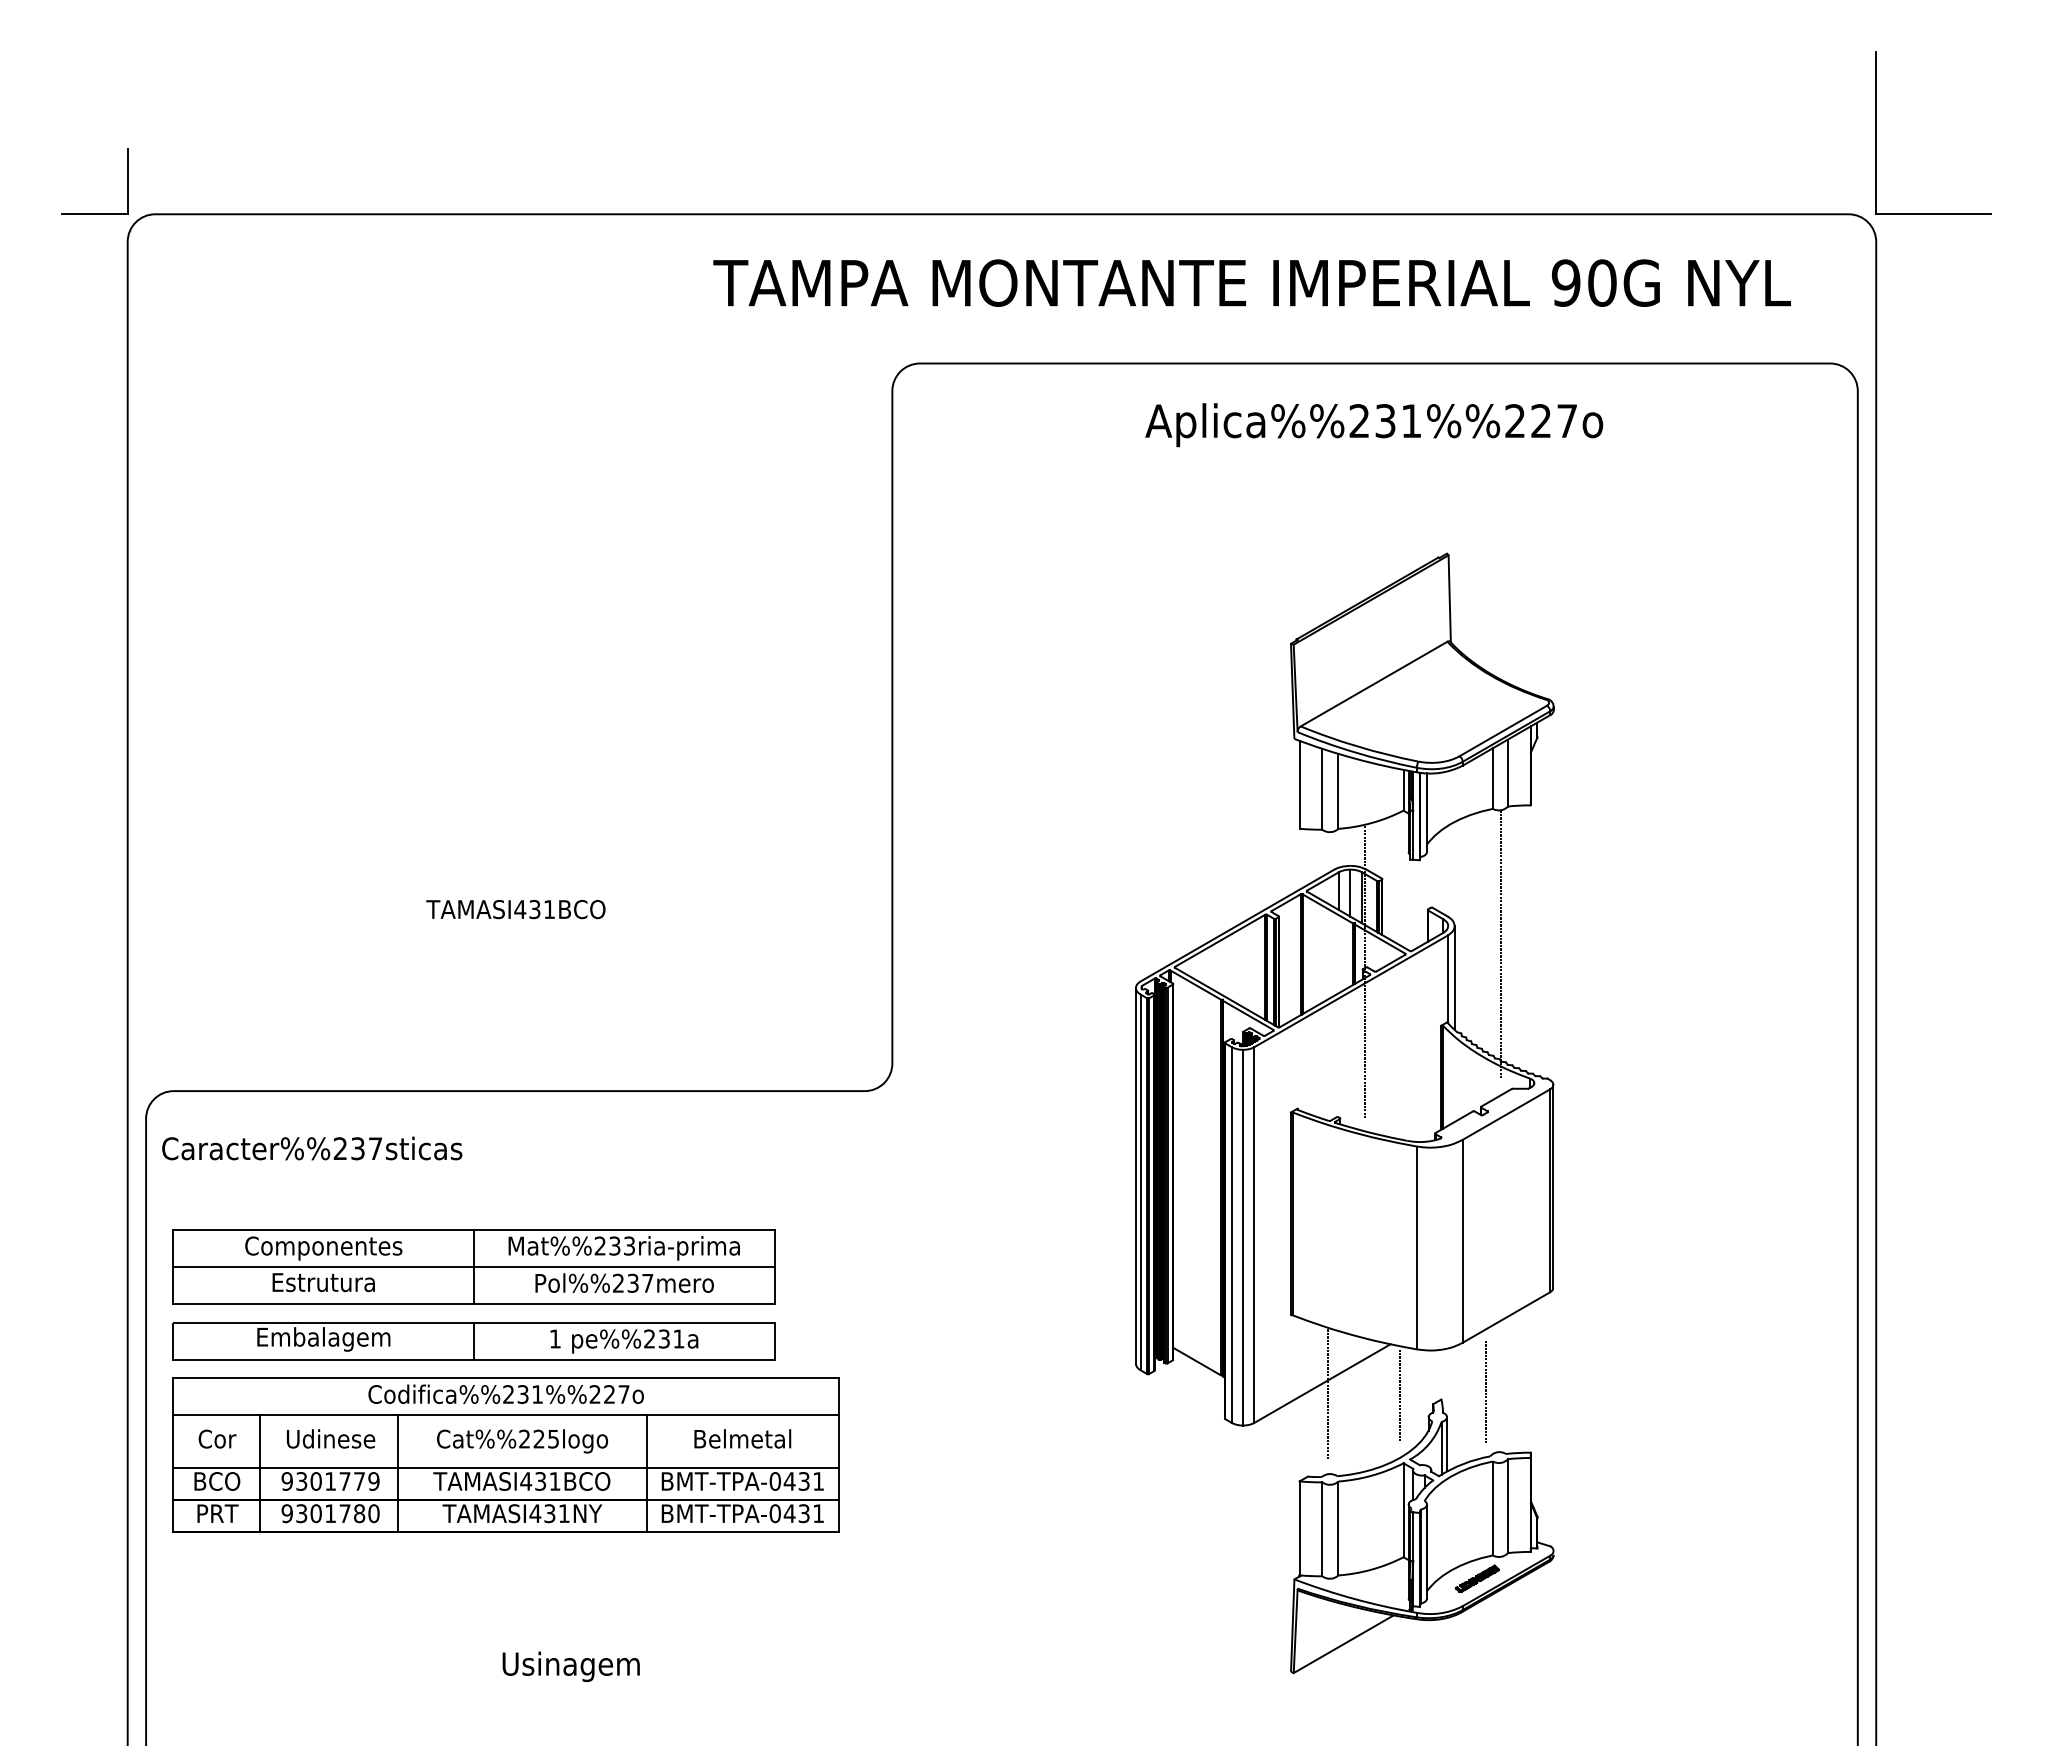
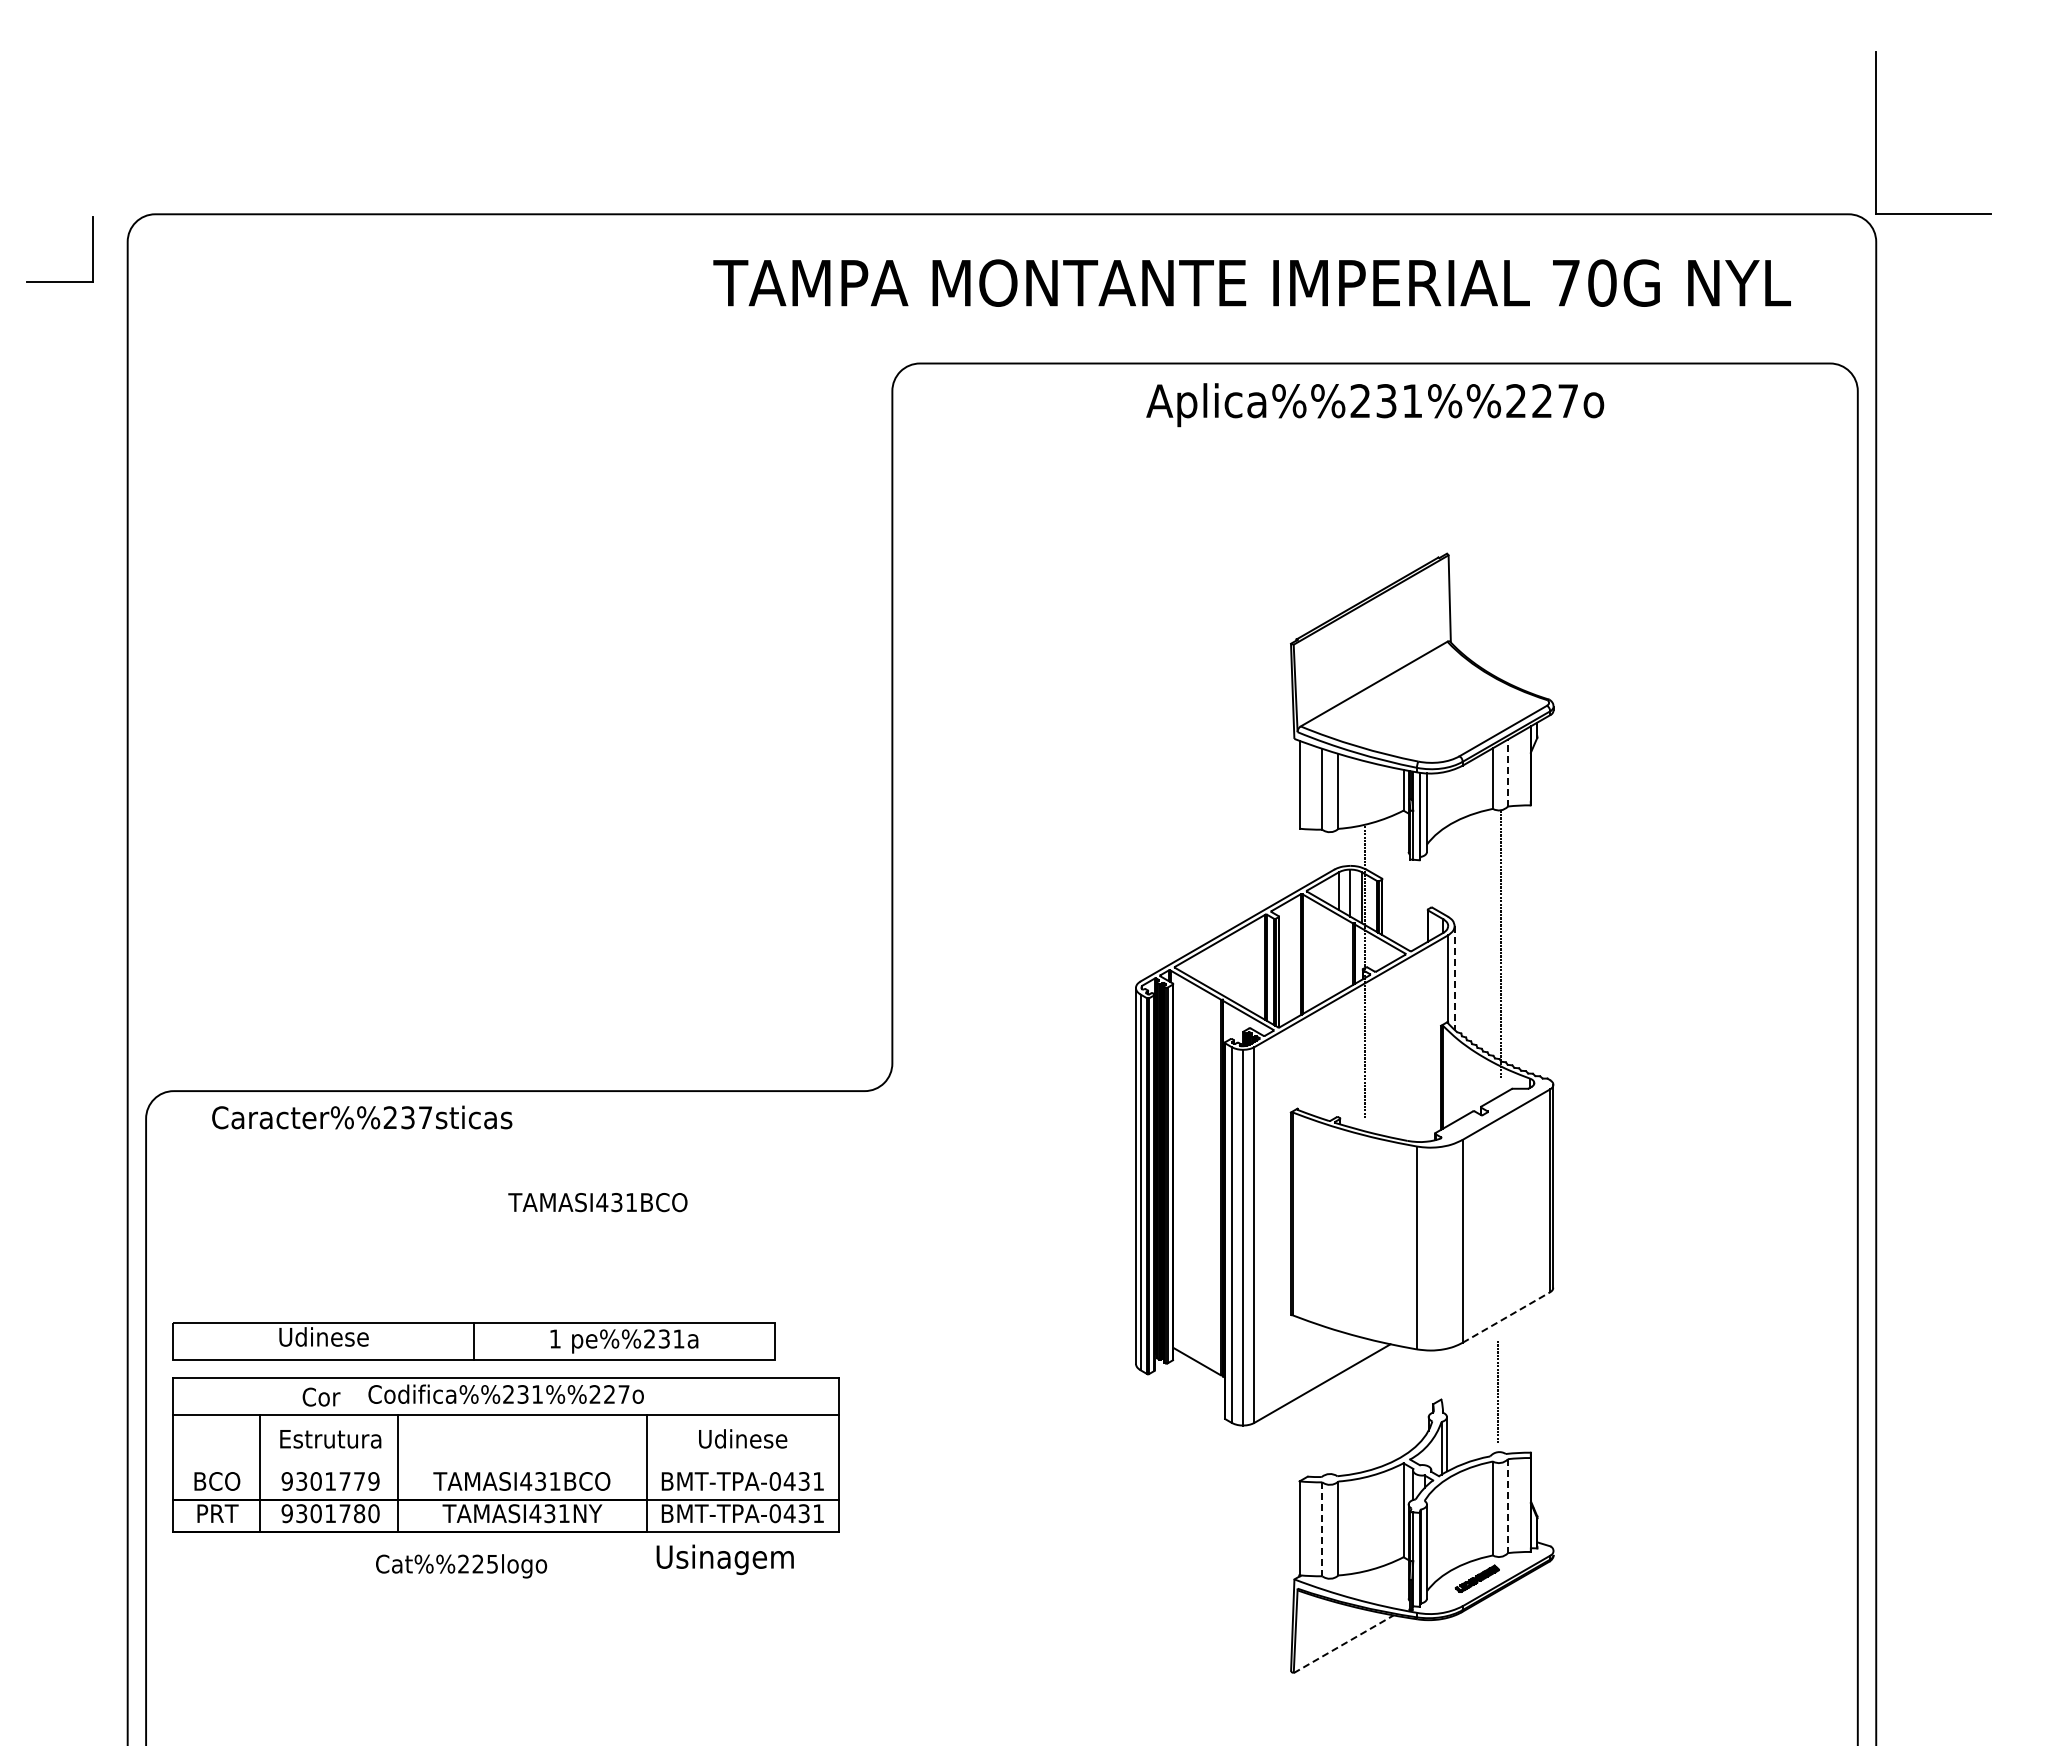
part at (94, 213) position: (94, 213) -> (59, 281)
text at (1565, 282): 90G -> 70G
text at (1374, 425) position: (1374, 425) -> (1375, 405)
line at (1507, 772): solid -> dashed
text at (515, 909) position: (515, 909) -> (597, 1202)
line at (1454, 978): solid -> dashed
text at (312, 1148) position: (312, 1148) -> (362, 1117)
part at (473, 1266): present -> none
line at (1506, 1317): solid -> dashed
text at (323, 1339): Embalagem -> Udinese
line at (1485, 1391) position: (1485, 1391) -> (1497, 1391)
line at (1328, 1393): present -> none
line at (1400, 1395): present -> none
text at (217, 1438) position: (217, 1438) -> (321, 1396)
text at (330, 1438): Udinese -> Estrutura
text at (742, 1438): Belmetal -> Udinese
text at (522, 1441) position: (522, 1441) -> (461, 1566)
line at (505, 1467): present -> none
line at (1507, 1506): solid -> dashed
line at (1322, 1529): solid -> dashed
line at (1343, 1644): solid -> dashed
text at (570, 1666) position: (570, 1666) -> (724, 1559)
